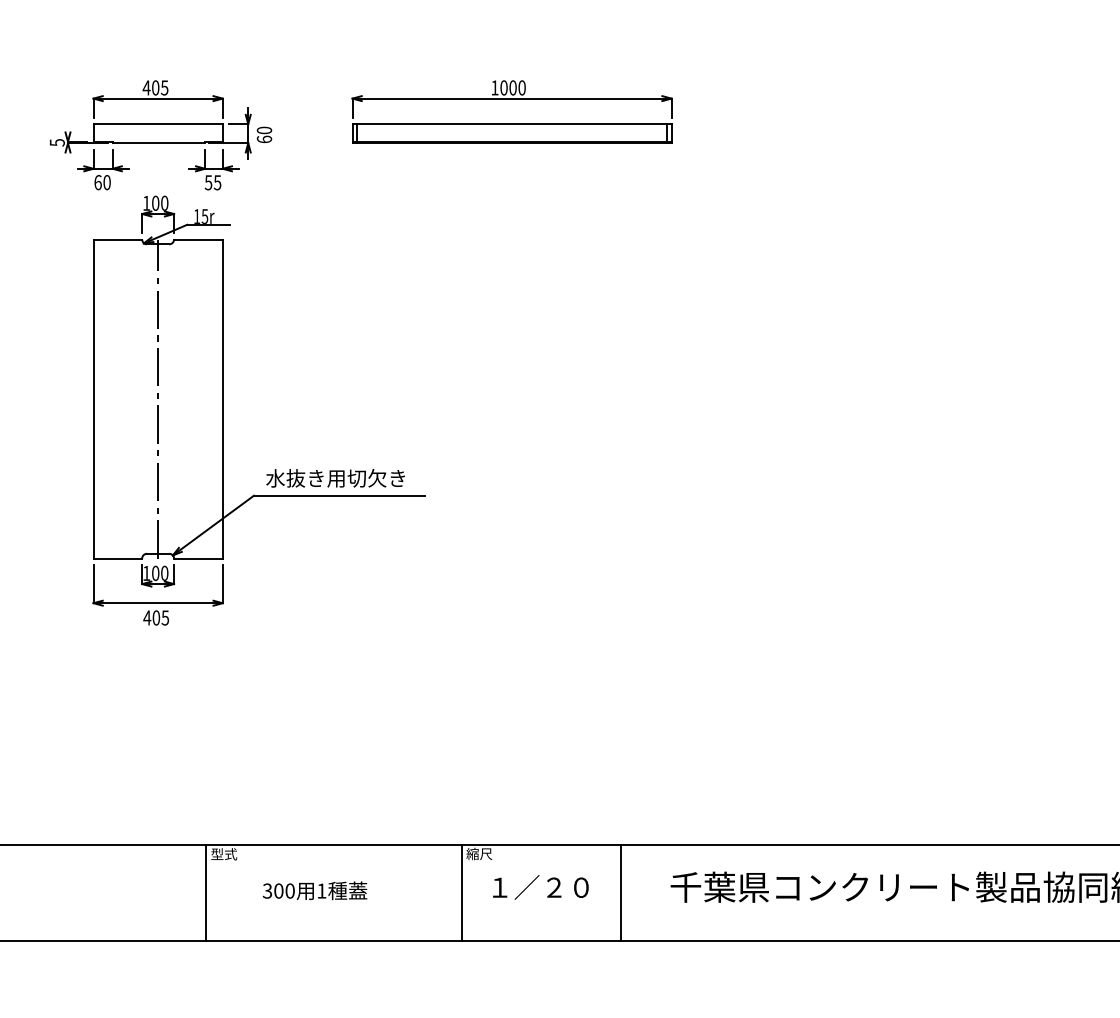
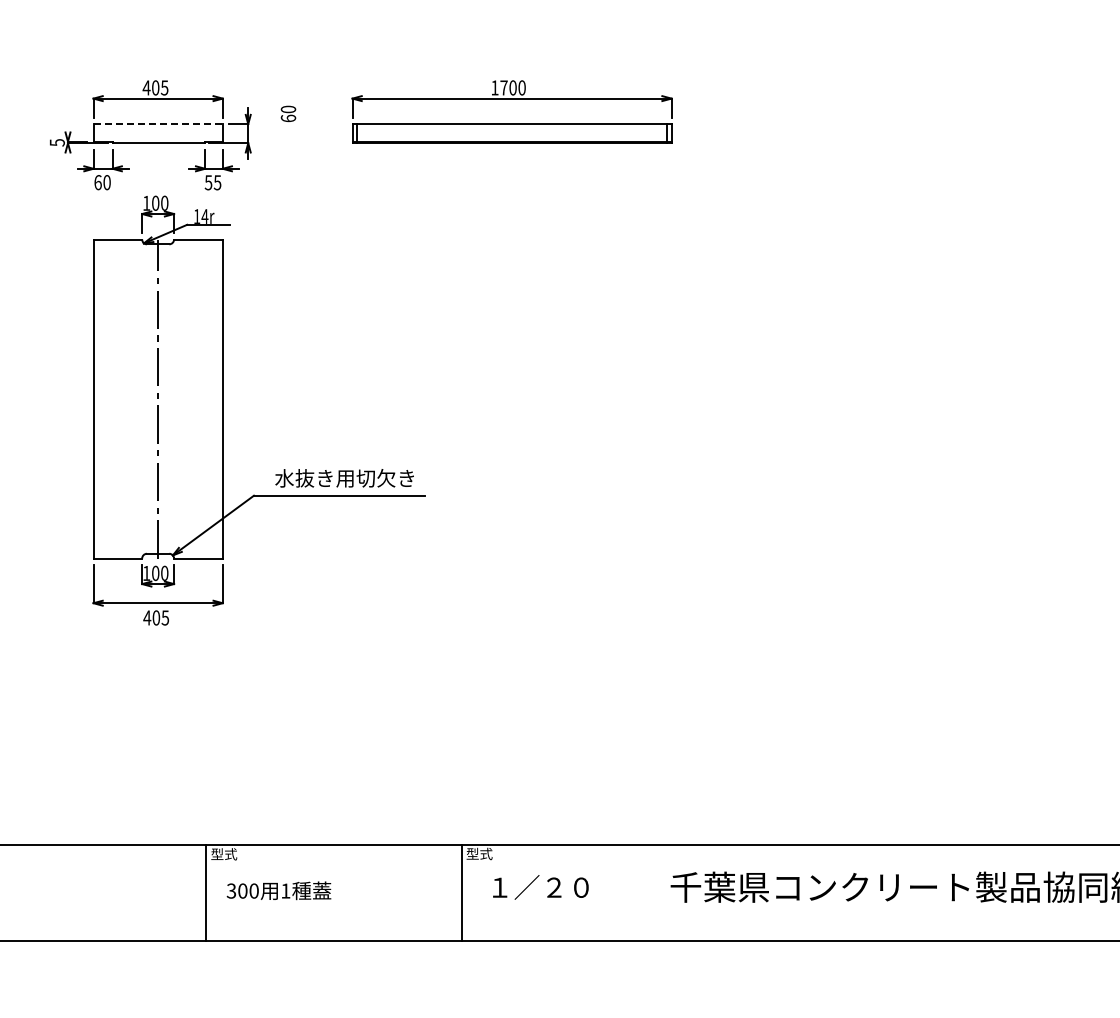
text at (503, 87): 1000 -> 1700
line at (158, 124): solid -> dashed
text at (264, 134) position: (264, 134) -> (288, 113)
text at (204, 216): 15r -> 14r
text at (335, 478) position: (335, 478) -> (344, 478)
text at (479, 853): 縮尺 -> 型式
text at (314, 890) position: (314, 890) -> (278, 890)
line at (621, 893): present -> none
